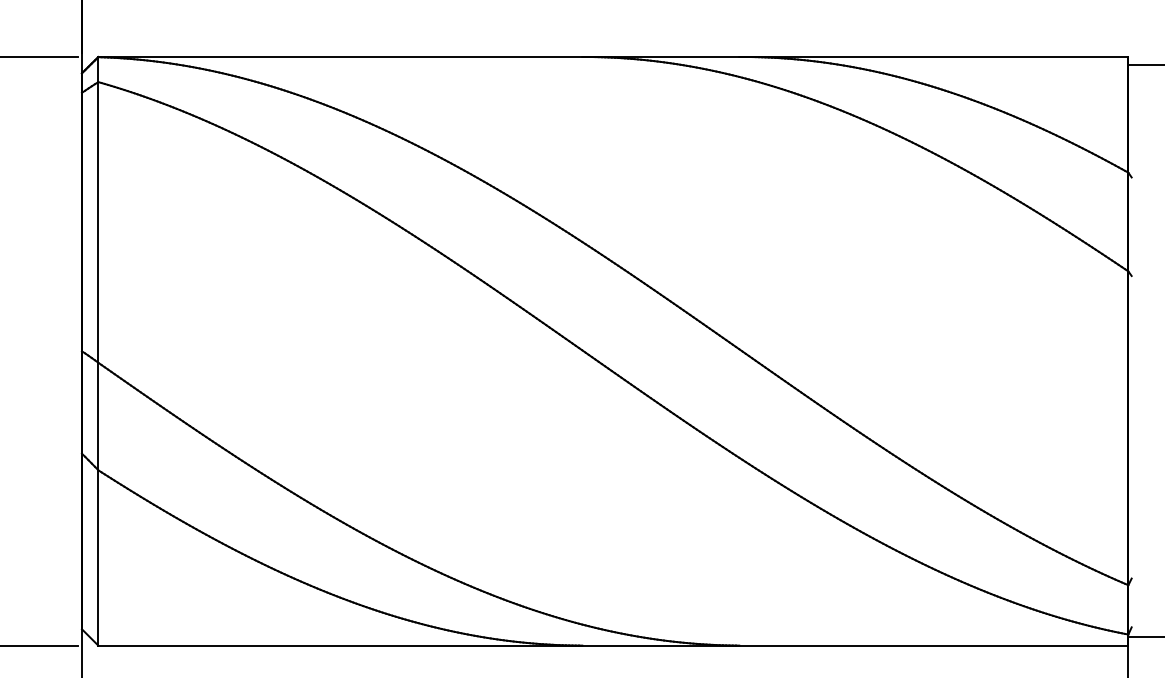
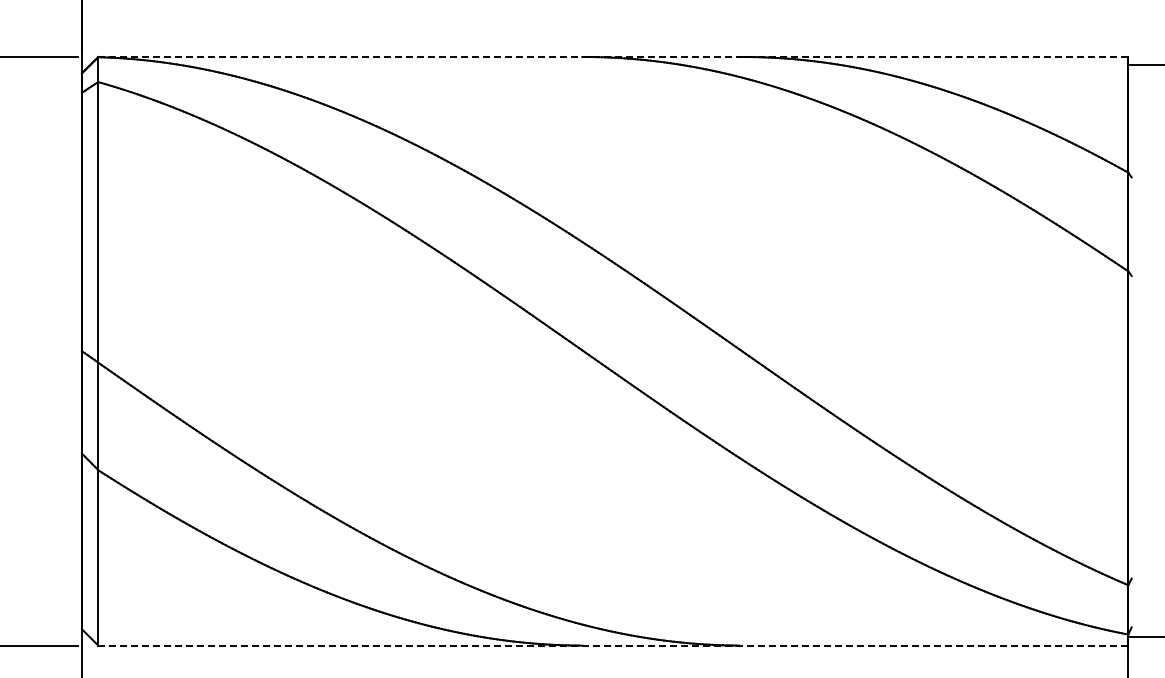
line at (613, 56): solid -> dashed
line at (613, 645): solid -> dashed
